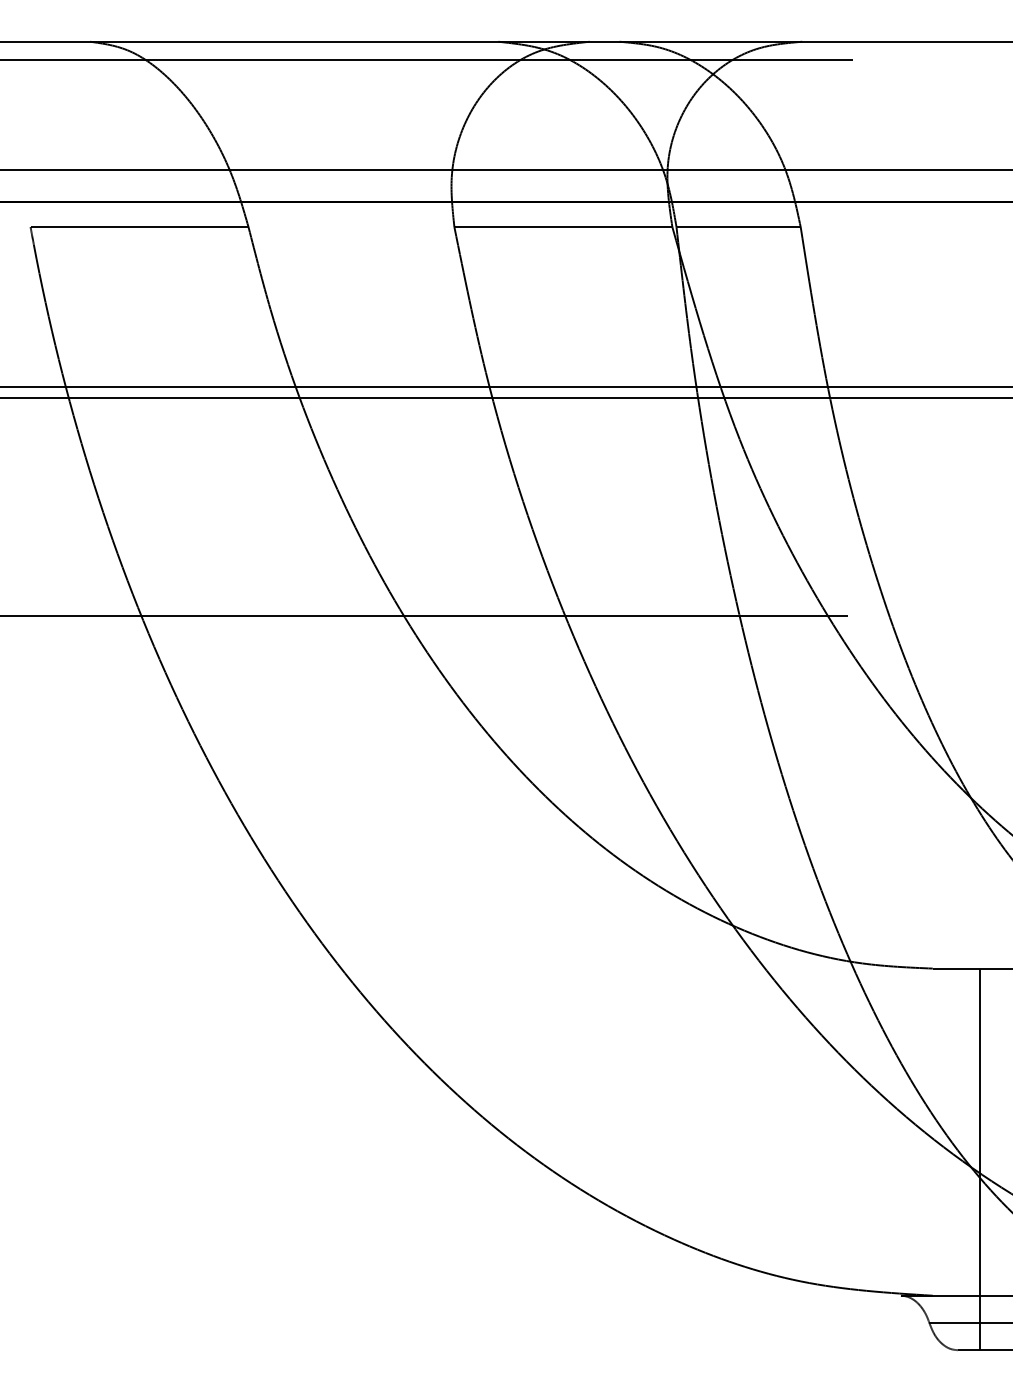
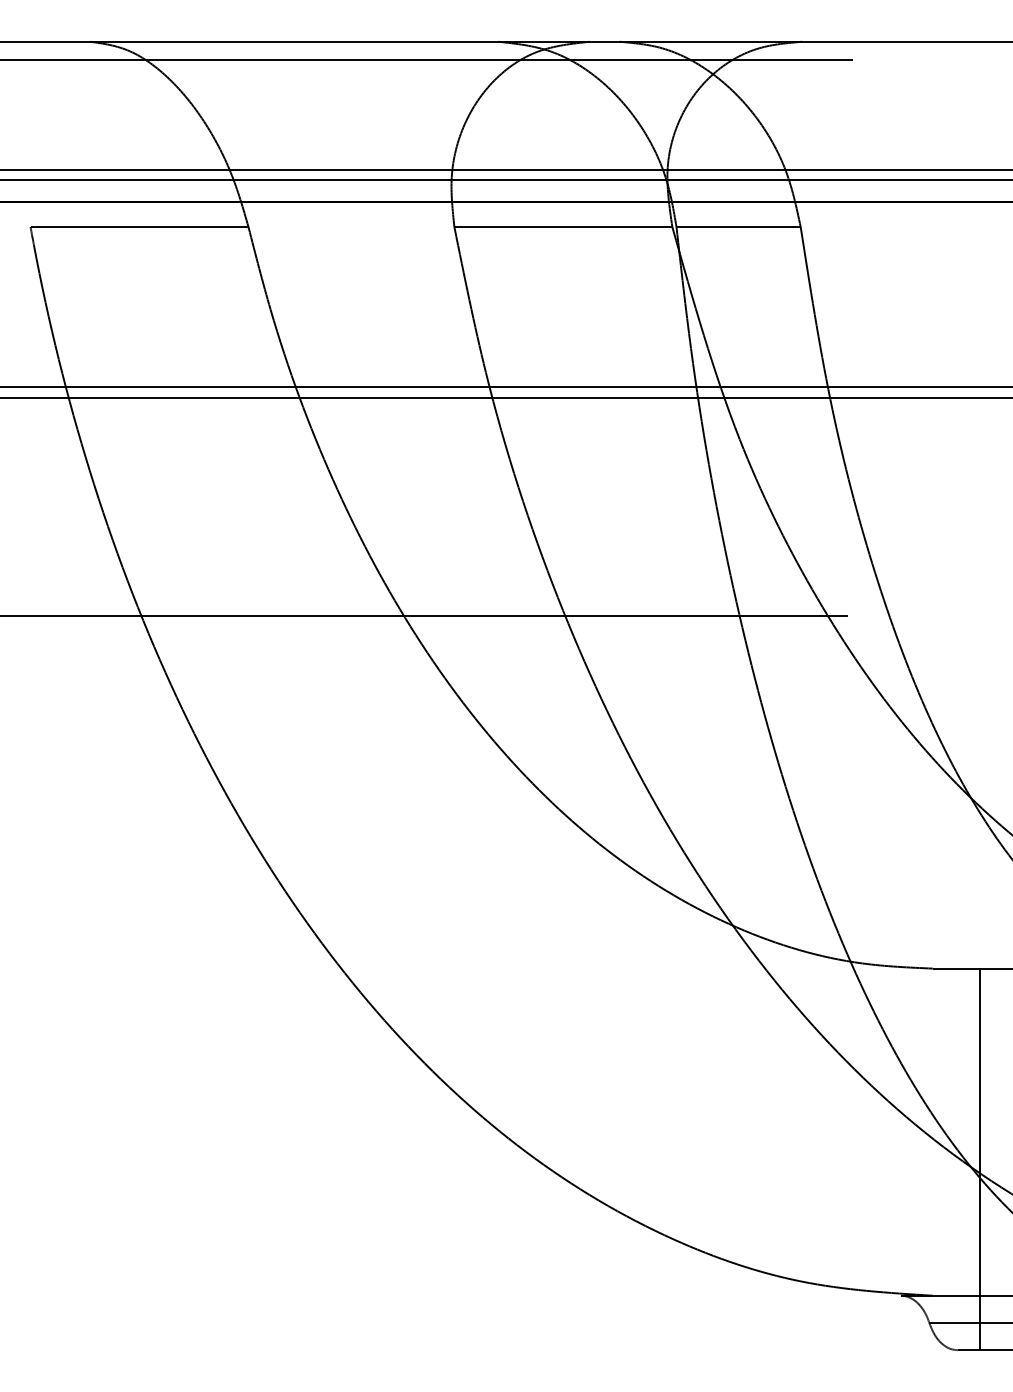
line at (505, 179): none -> present
